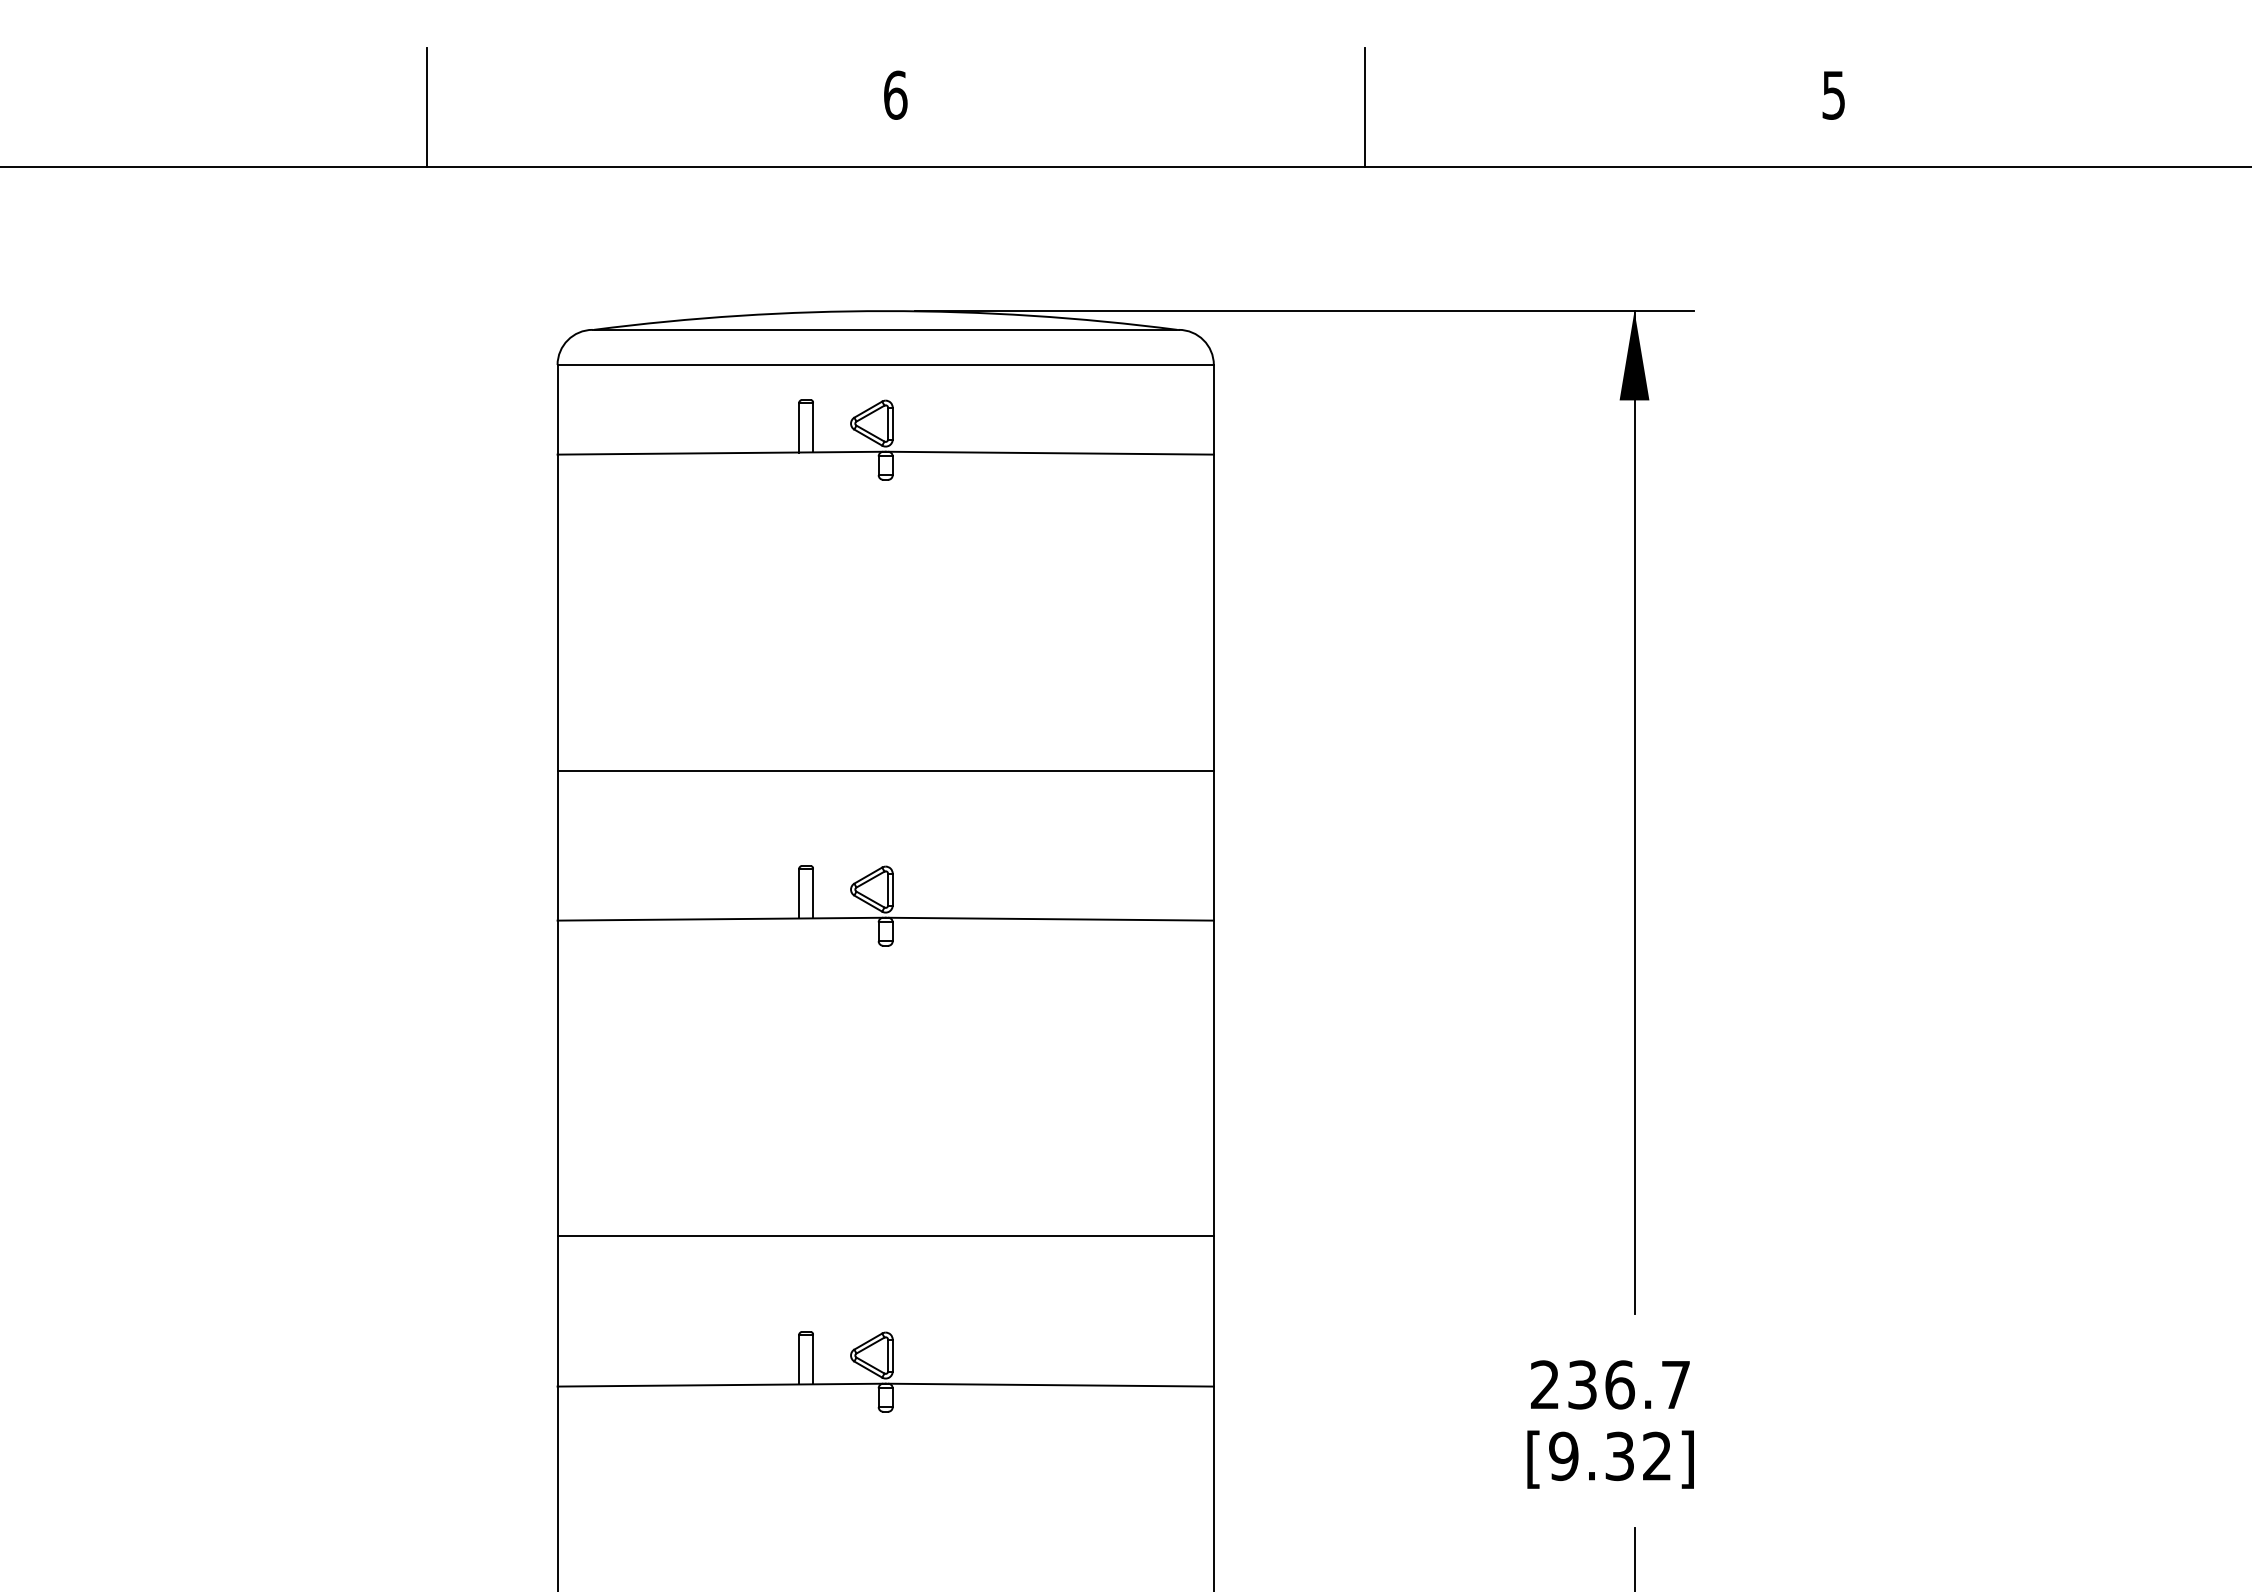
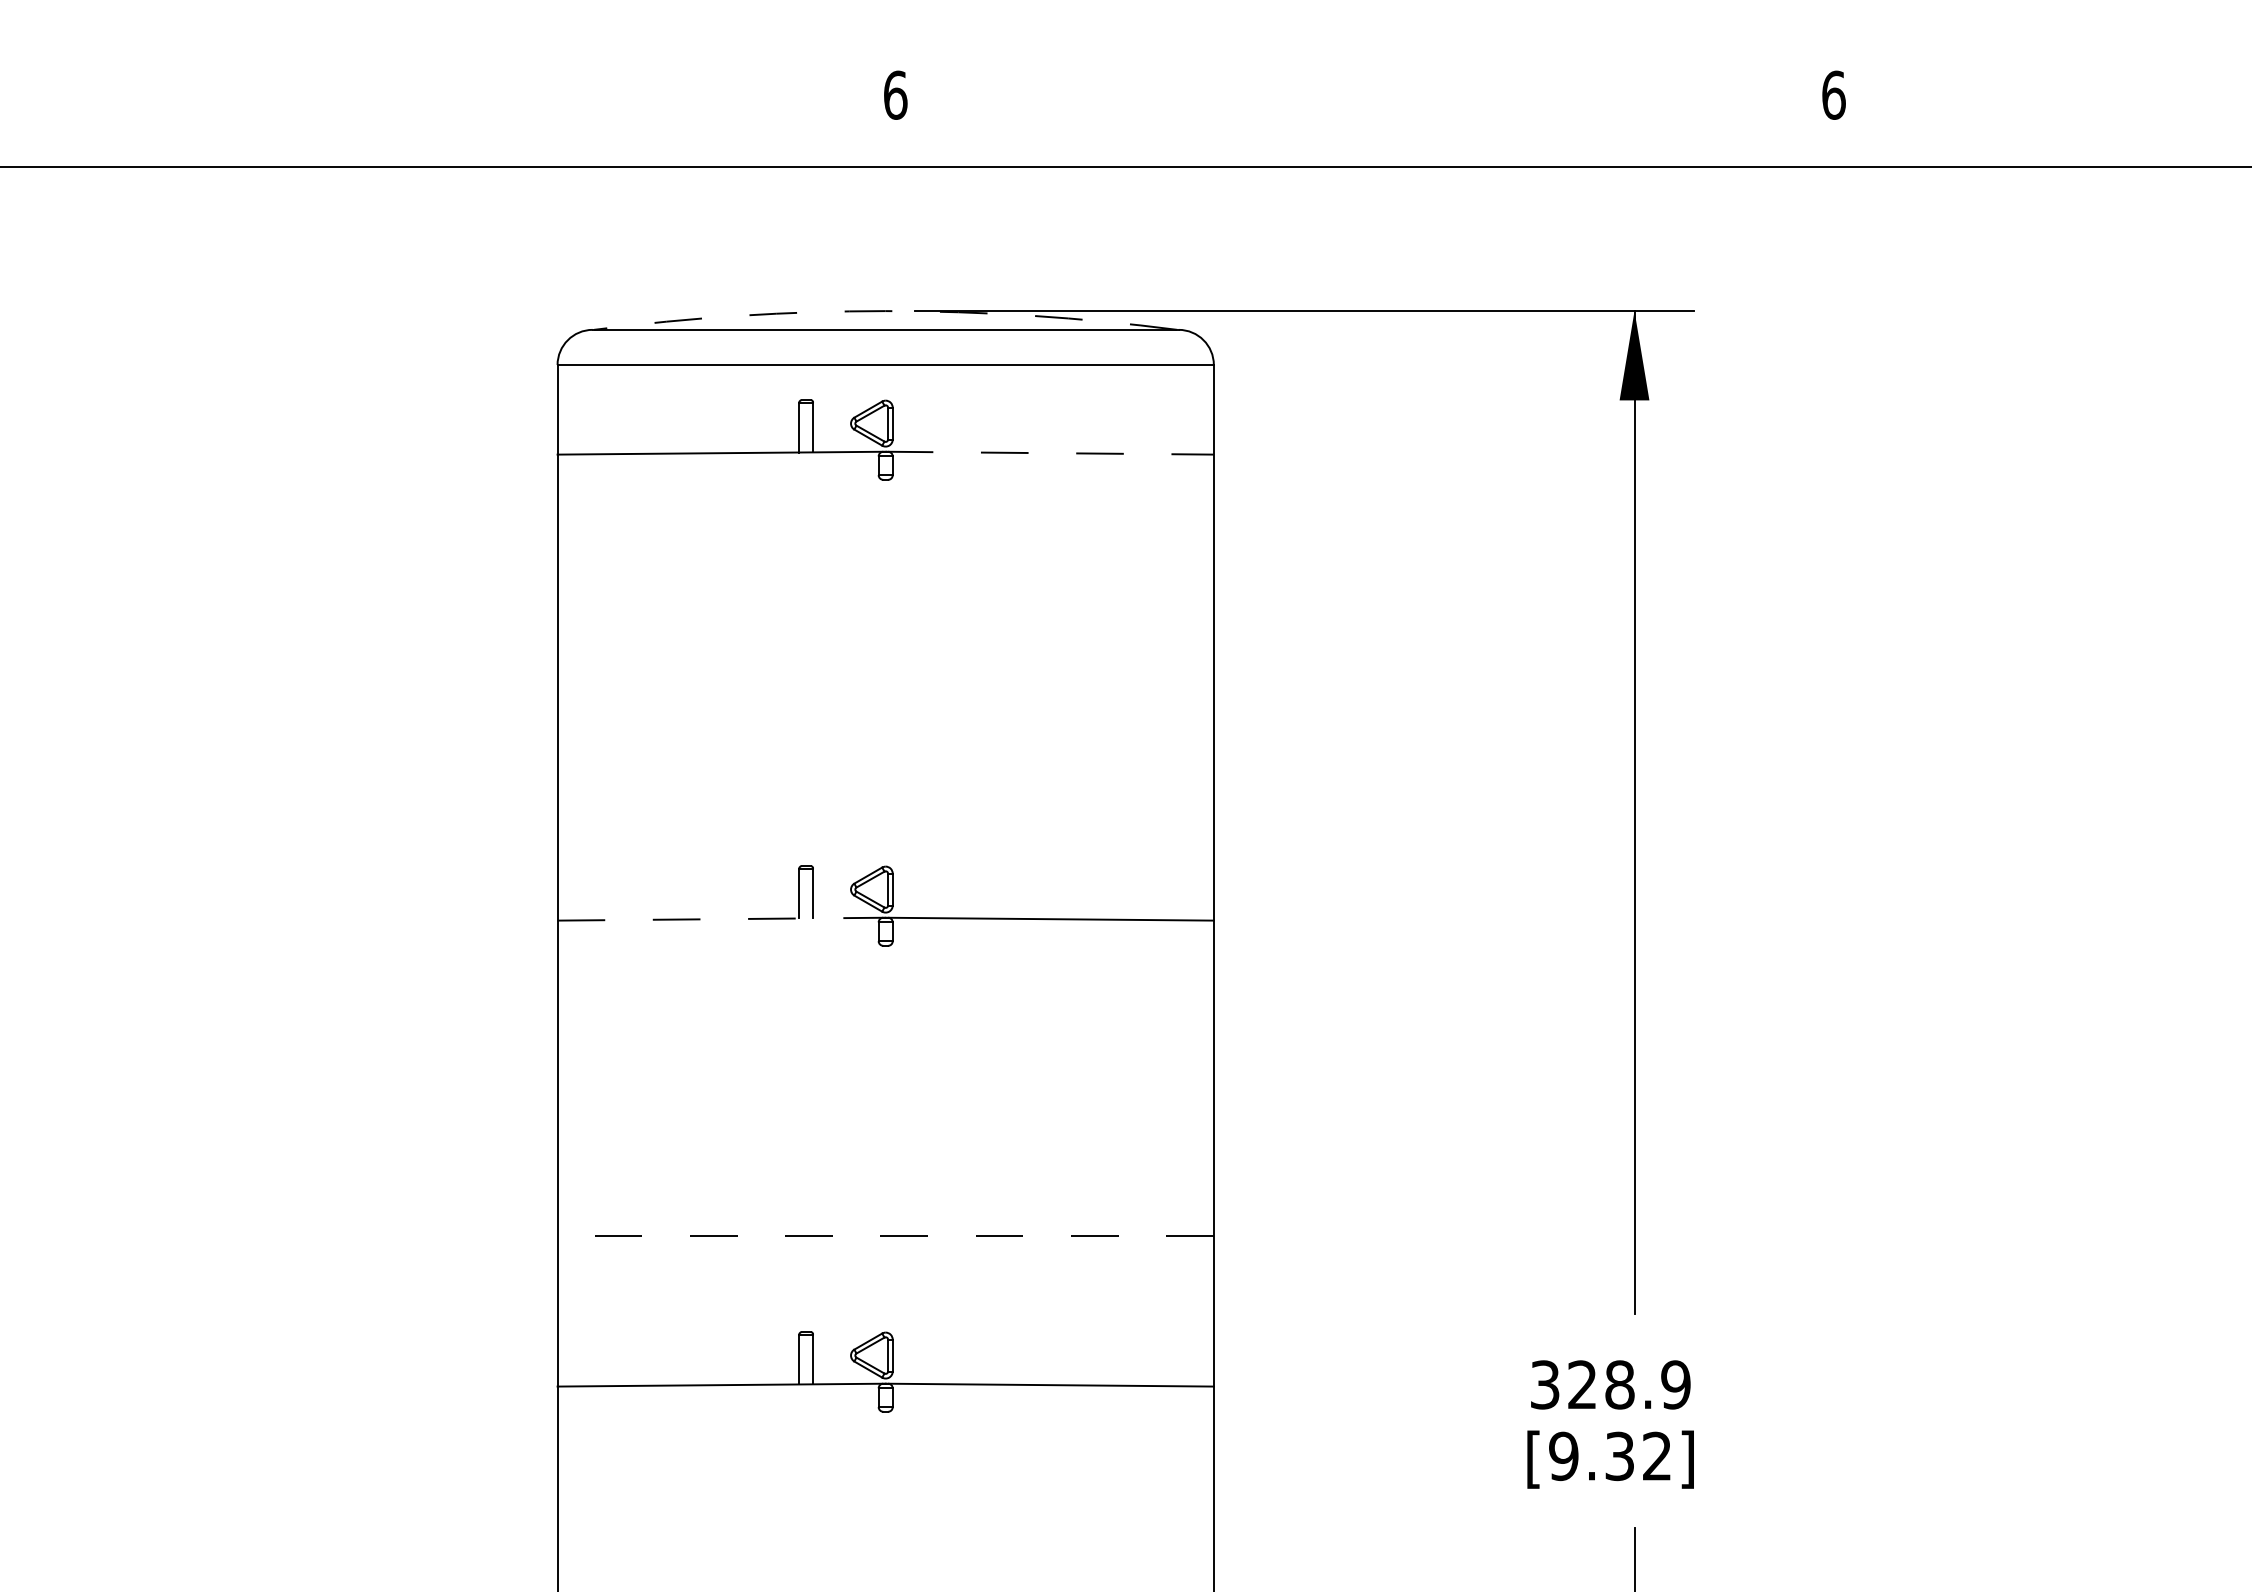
text at (1833, 94): 5 -> 6
line at (426, 106): present -> none
line at (1364, 106): present -> none
arc at (885, 311): solid -> dashed
line at (1050, 453): solid -> dashed
line at (885, 770): present -> none
line at (722, 919): solid -> dashed
line at (885, 1236): solid -> dashed
text at (1610, 1384): 236.7 -> 328.9
